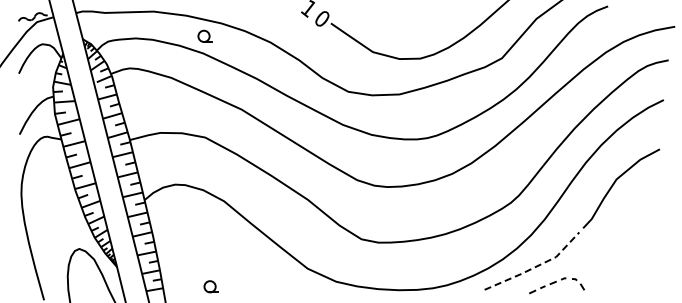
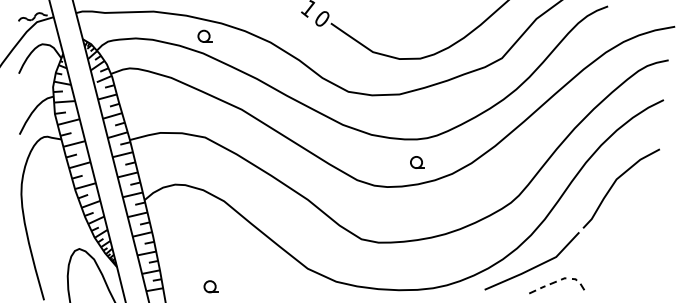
part at (417, 162): none -> present
line at (535, 266): dashed -> solid
